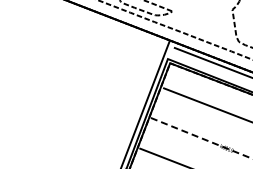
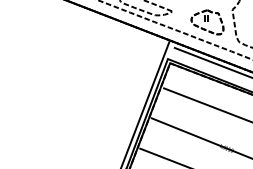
part at (207, 22): none -> present
line at (201, 138): dashed -> solid
